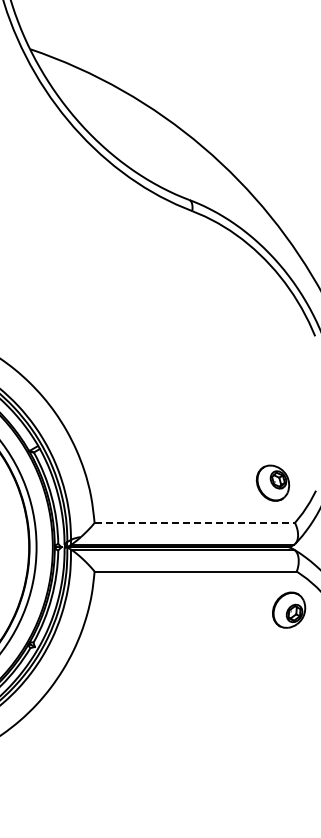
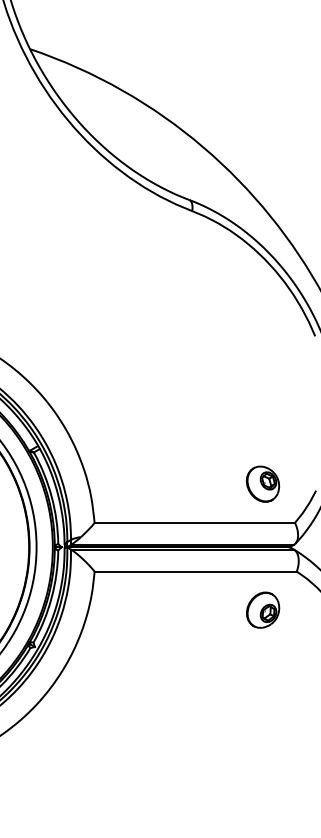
part at (272, 482) position: (272, 482) -> (262, 483)
line at (195, 522): dashed -> solid
part at (289, 609) position: (289, 609) -> (263, 609)
